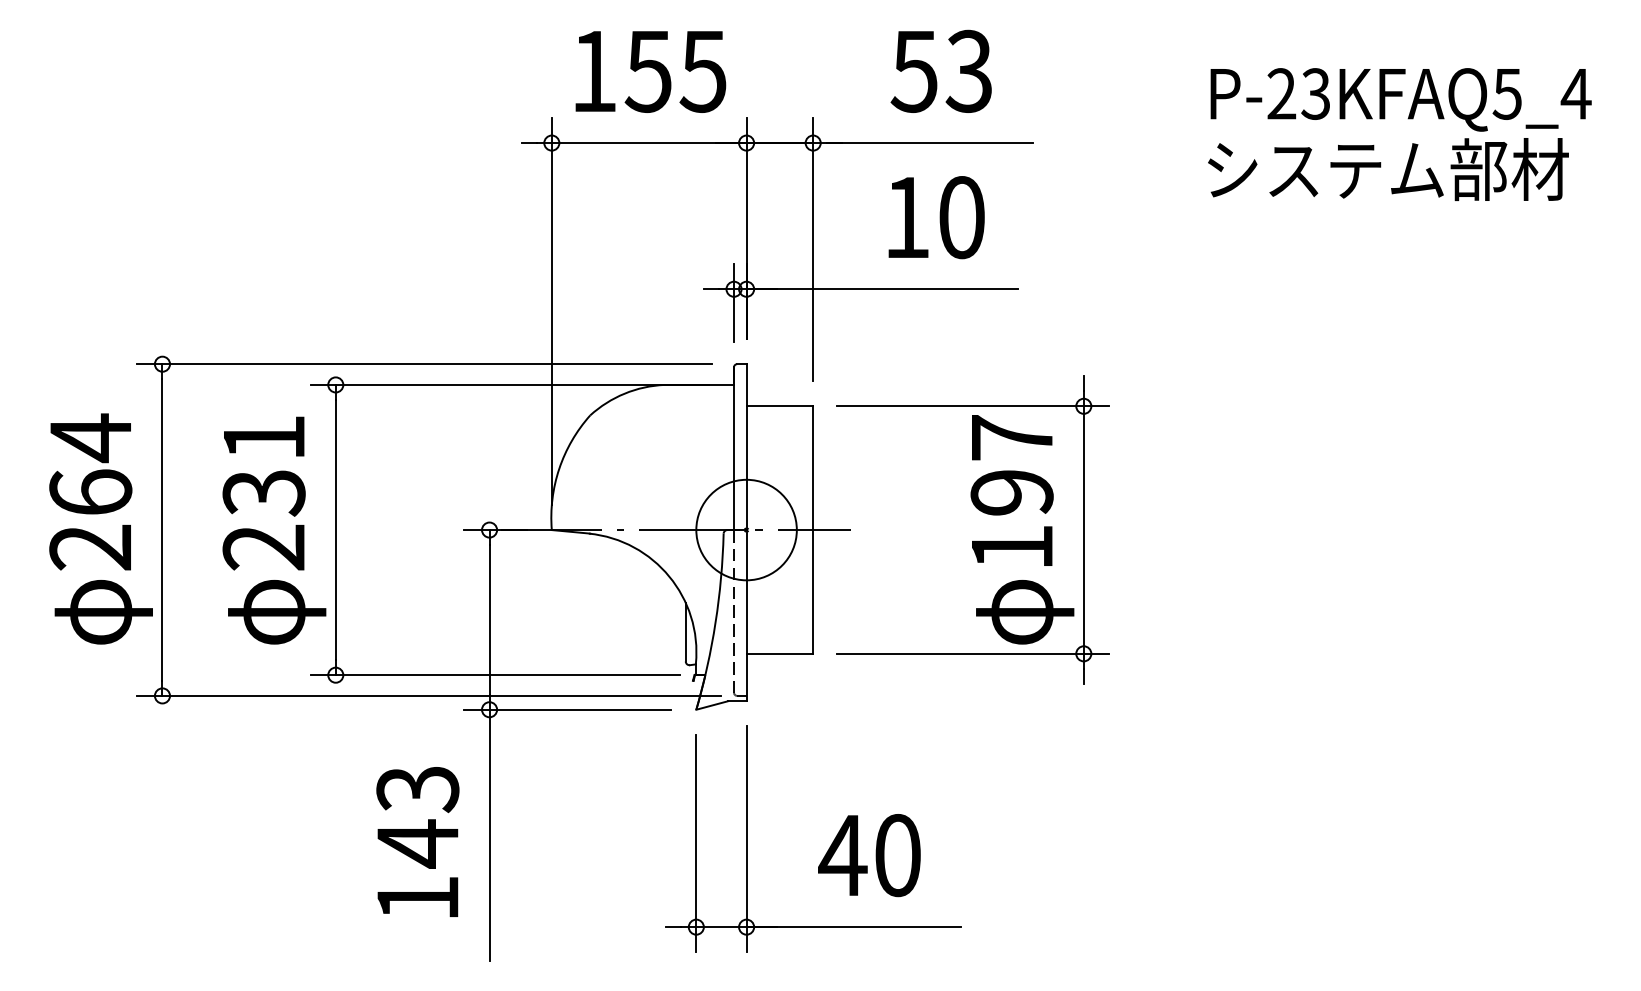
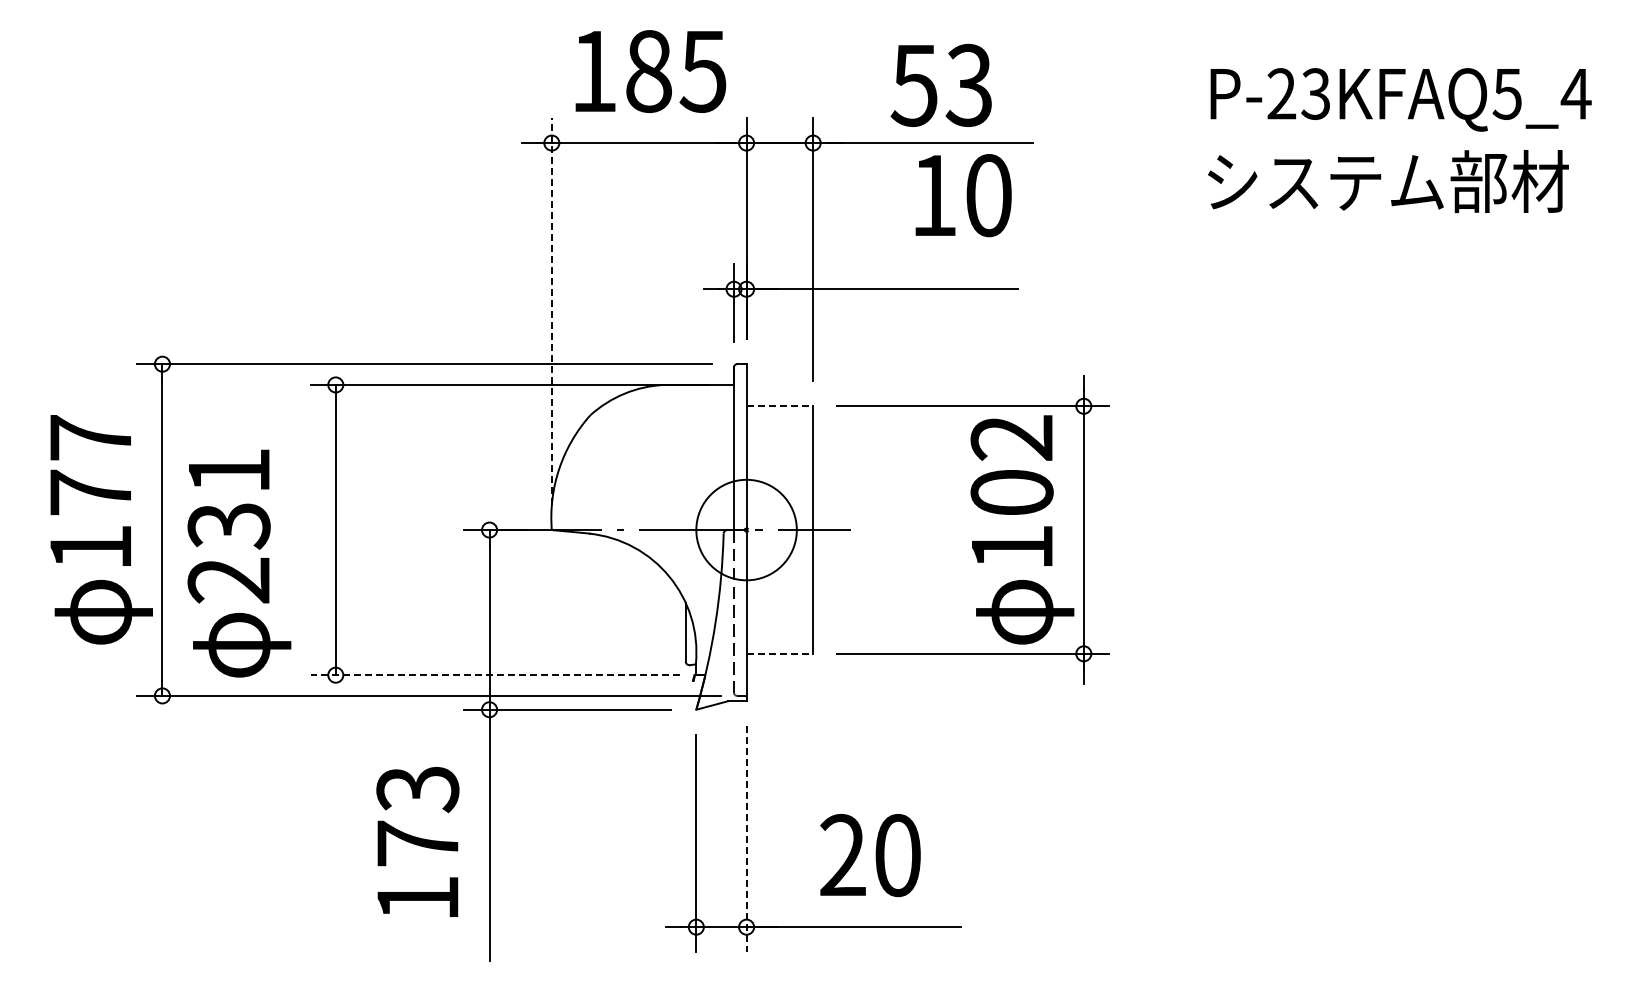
text at (940, 70) position: (940, 70) -> (940, 84)
text at (647, 71): 155 -> 185
text at (1388, 169) position: (1388, 169) -> (1388, 181)
text at (936, 217) position: (936, 217) -> (963, 195)
line at (551, 310): solid -> dashed
line at (780, 406): solid -> dashed
text at (1011, 465): 197 -> 102
text at (90, 491): 264 -> 177
text at (274, 530) position: (274, 530) -> (239, 563)
line at (780, 653): solid -> dashed
line at (495, 675): solid -> dashed
line at (746, 839): solid -> dashed
text at (417, 843): 143 -> 173
text at (842, 854): 40 -> 20
